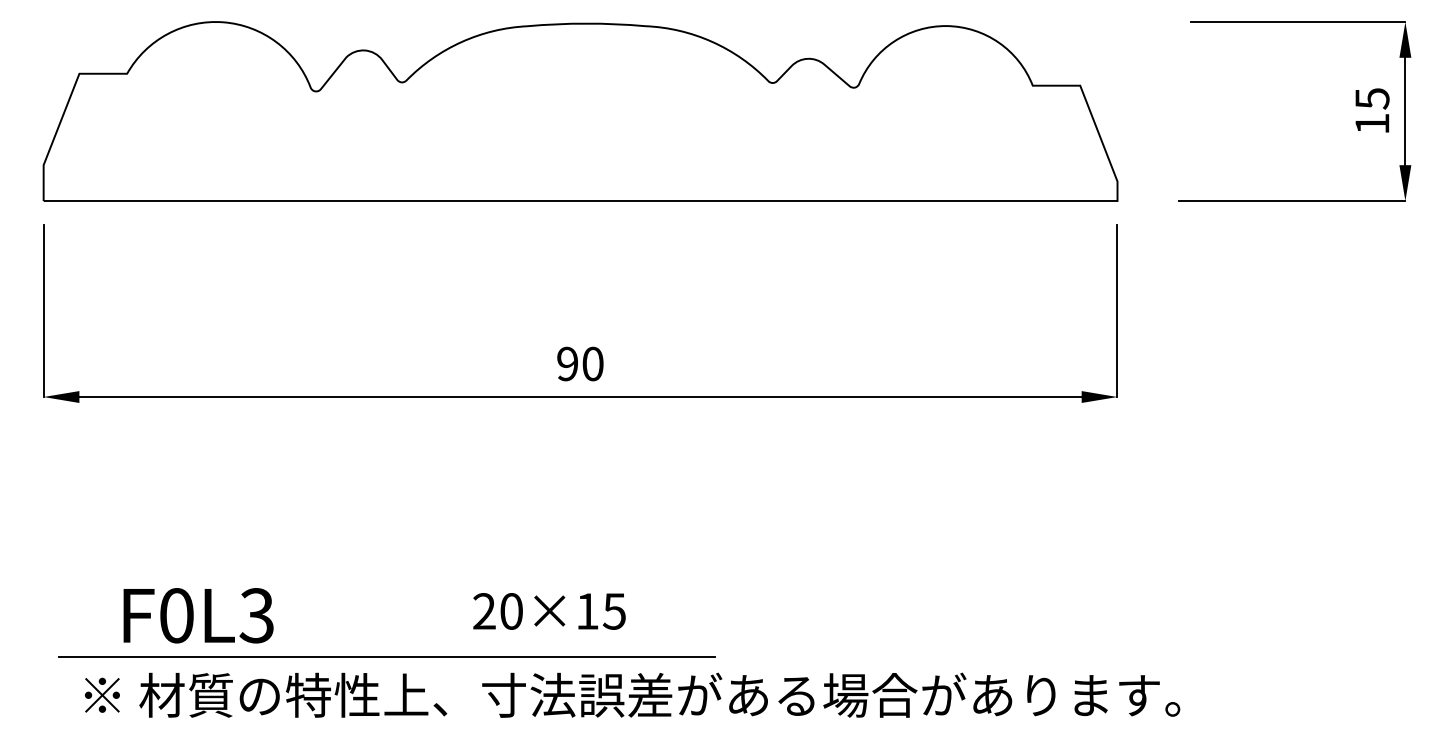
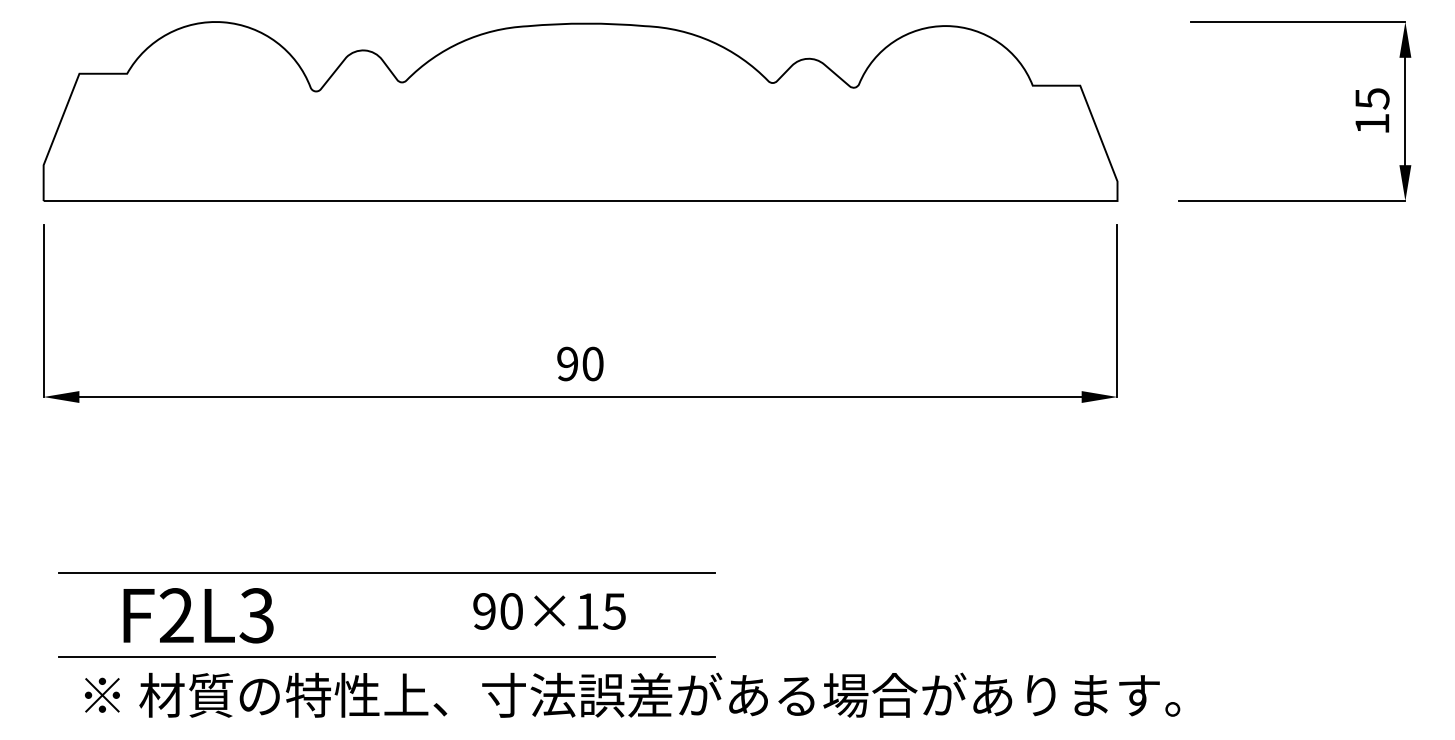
line at (386, 573): none -> present
text at (484, 611): 20×15 -> 90×15
text at (176, 615): F0L3 -> F2L3
